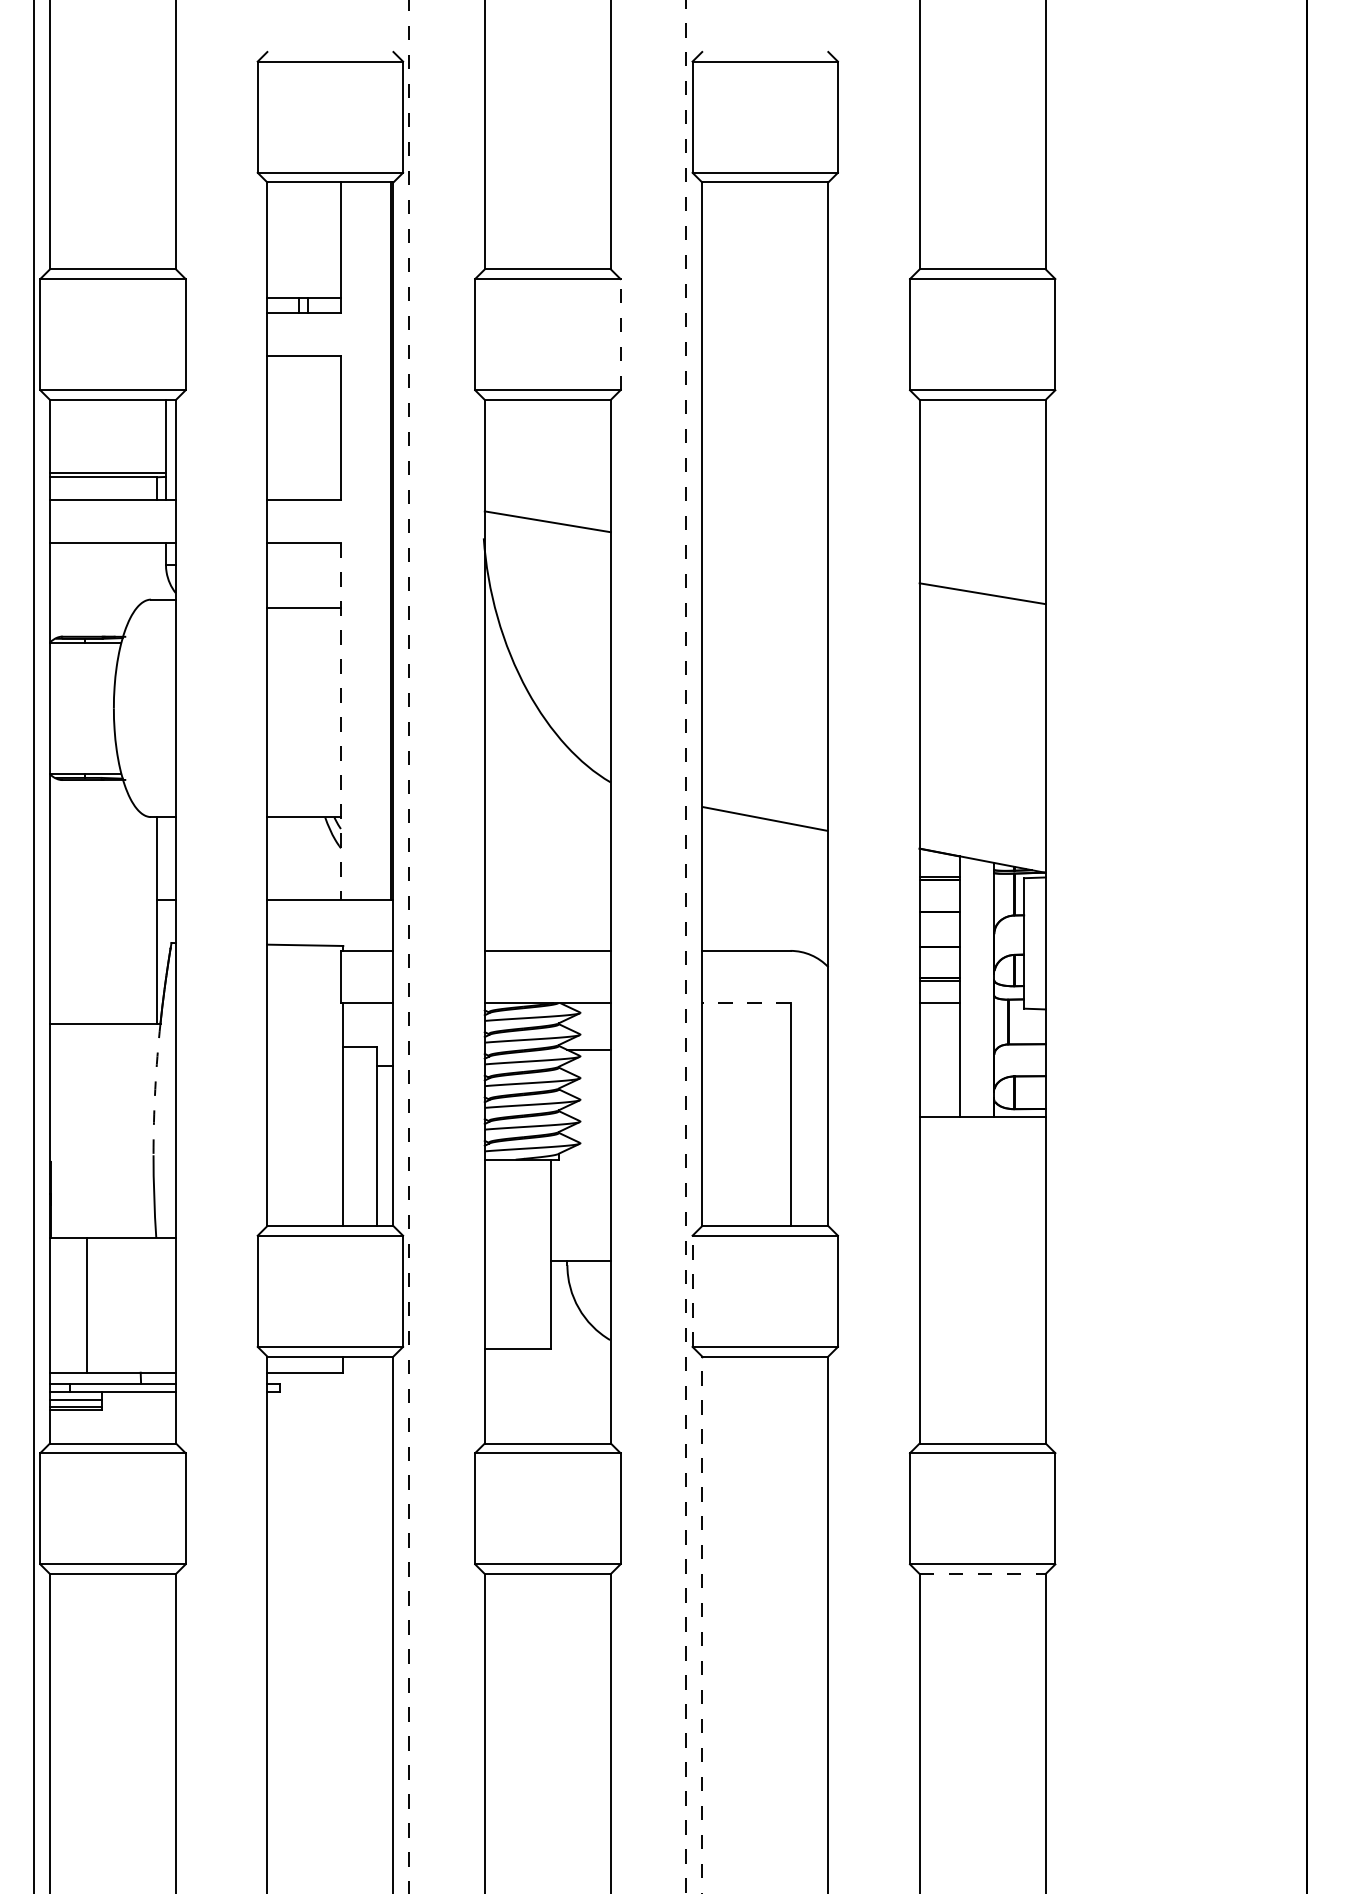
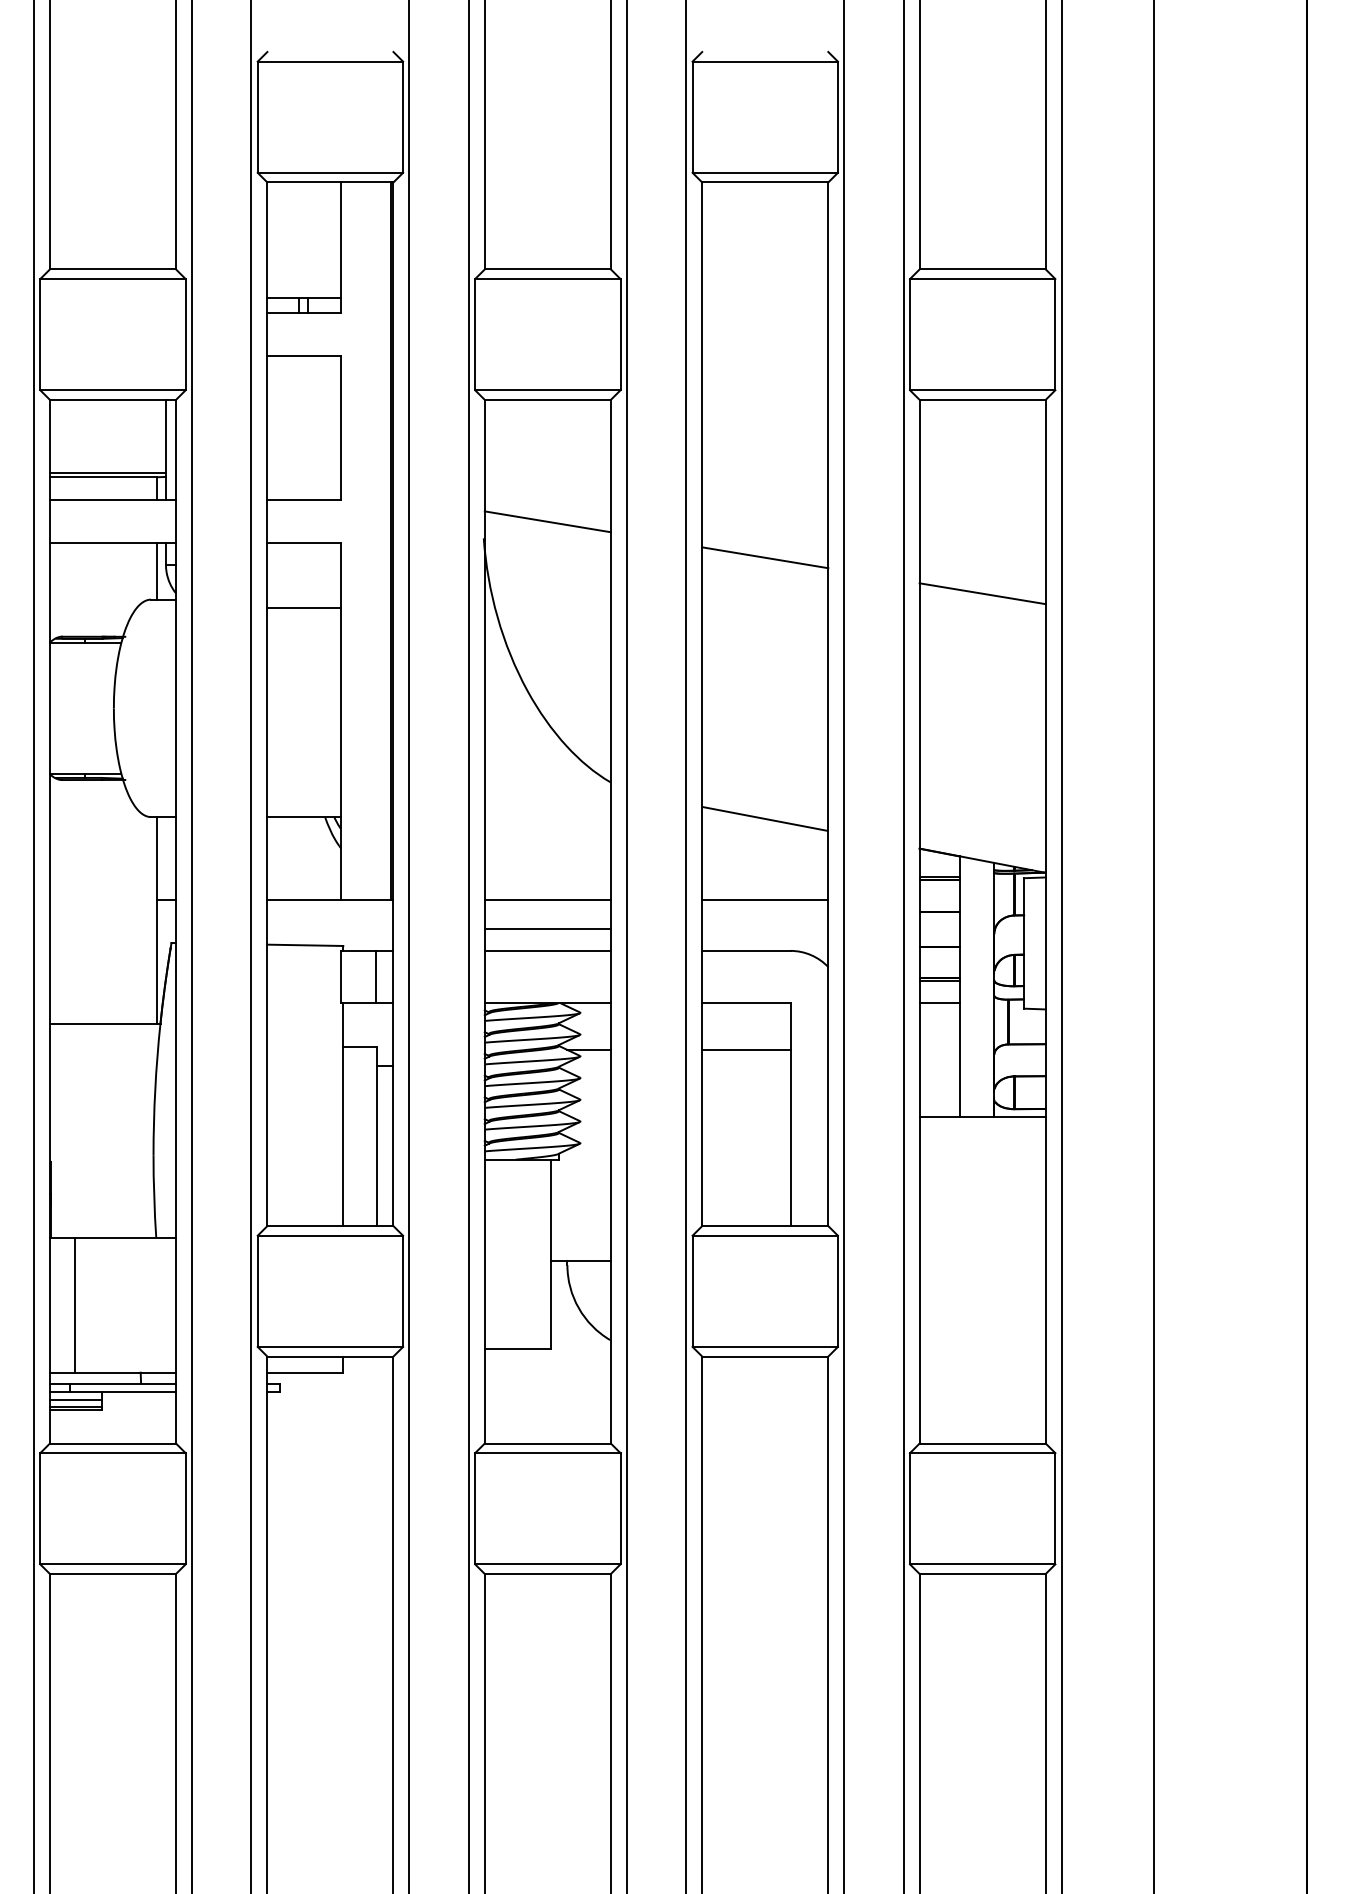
line at (620, 334): dashed -> solid
line at (765, 557): none -> present
line at (157, 571): none -> present
line at (341, 721): dashed -> solid
line at (547, 899): none -> present
line at (765, 899): none -> present
line at (547, 929): none -> present
line at (192, 946): none -> present
line at (251, 946): none -> present
line at (409, 946): dashed -> solid
line at (468, 946): none -> present
line at (626, 946): none -> present
line at (686, 946): dashed -> solid
line at (844, 946): none -> present
line at (903, 946): none -> present
line at (1061, 946): none -> present
line at (1154, 946): none -> present
line at (375, 976): none -> present
line at (745, 1003): dashed -> solid
line at (746, 1049): none -> present
arc at (155, 1089): dashed -> solid
line at (692, 1291): dashed -> solid
line at (86, 1304) position: (86, 1304) -> (74, 1304)
line at (983, 1573): dashed -> solid
line at (702, 1624): dashed -> solid
